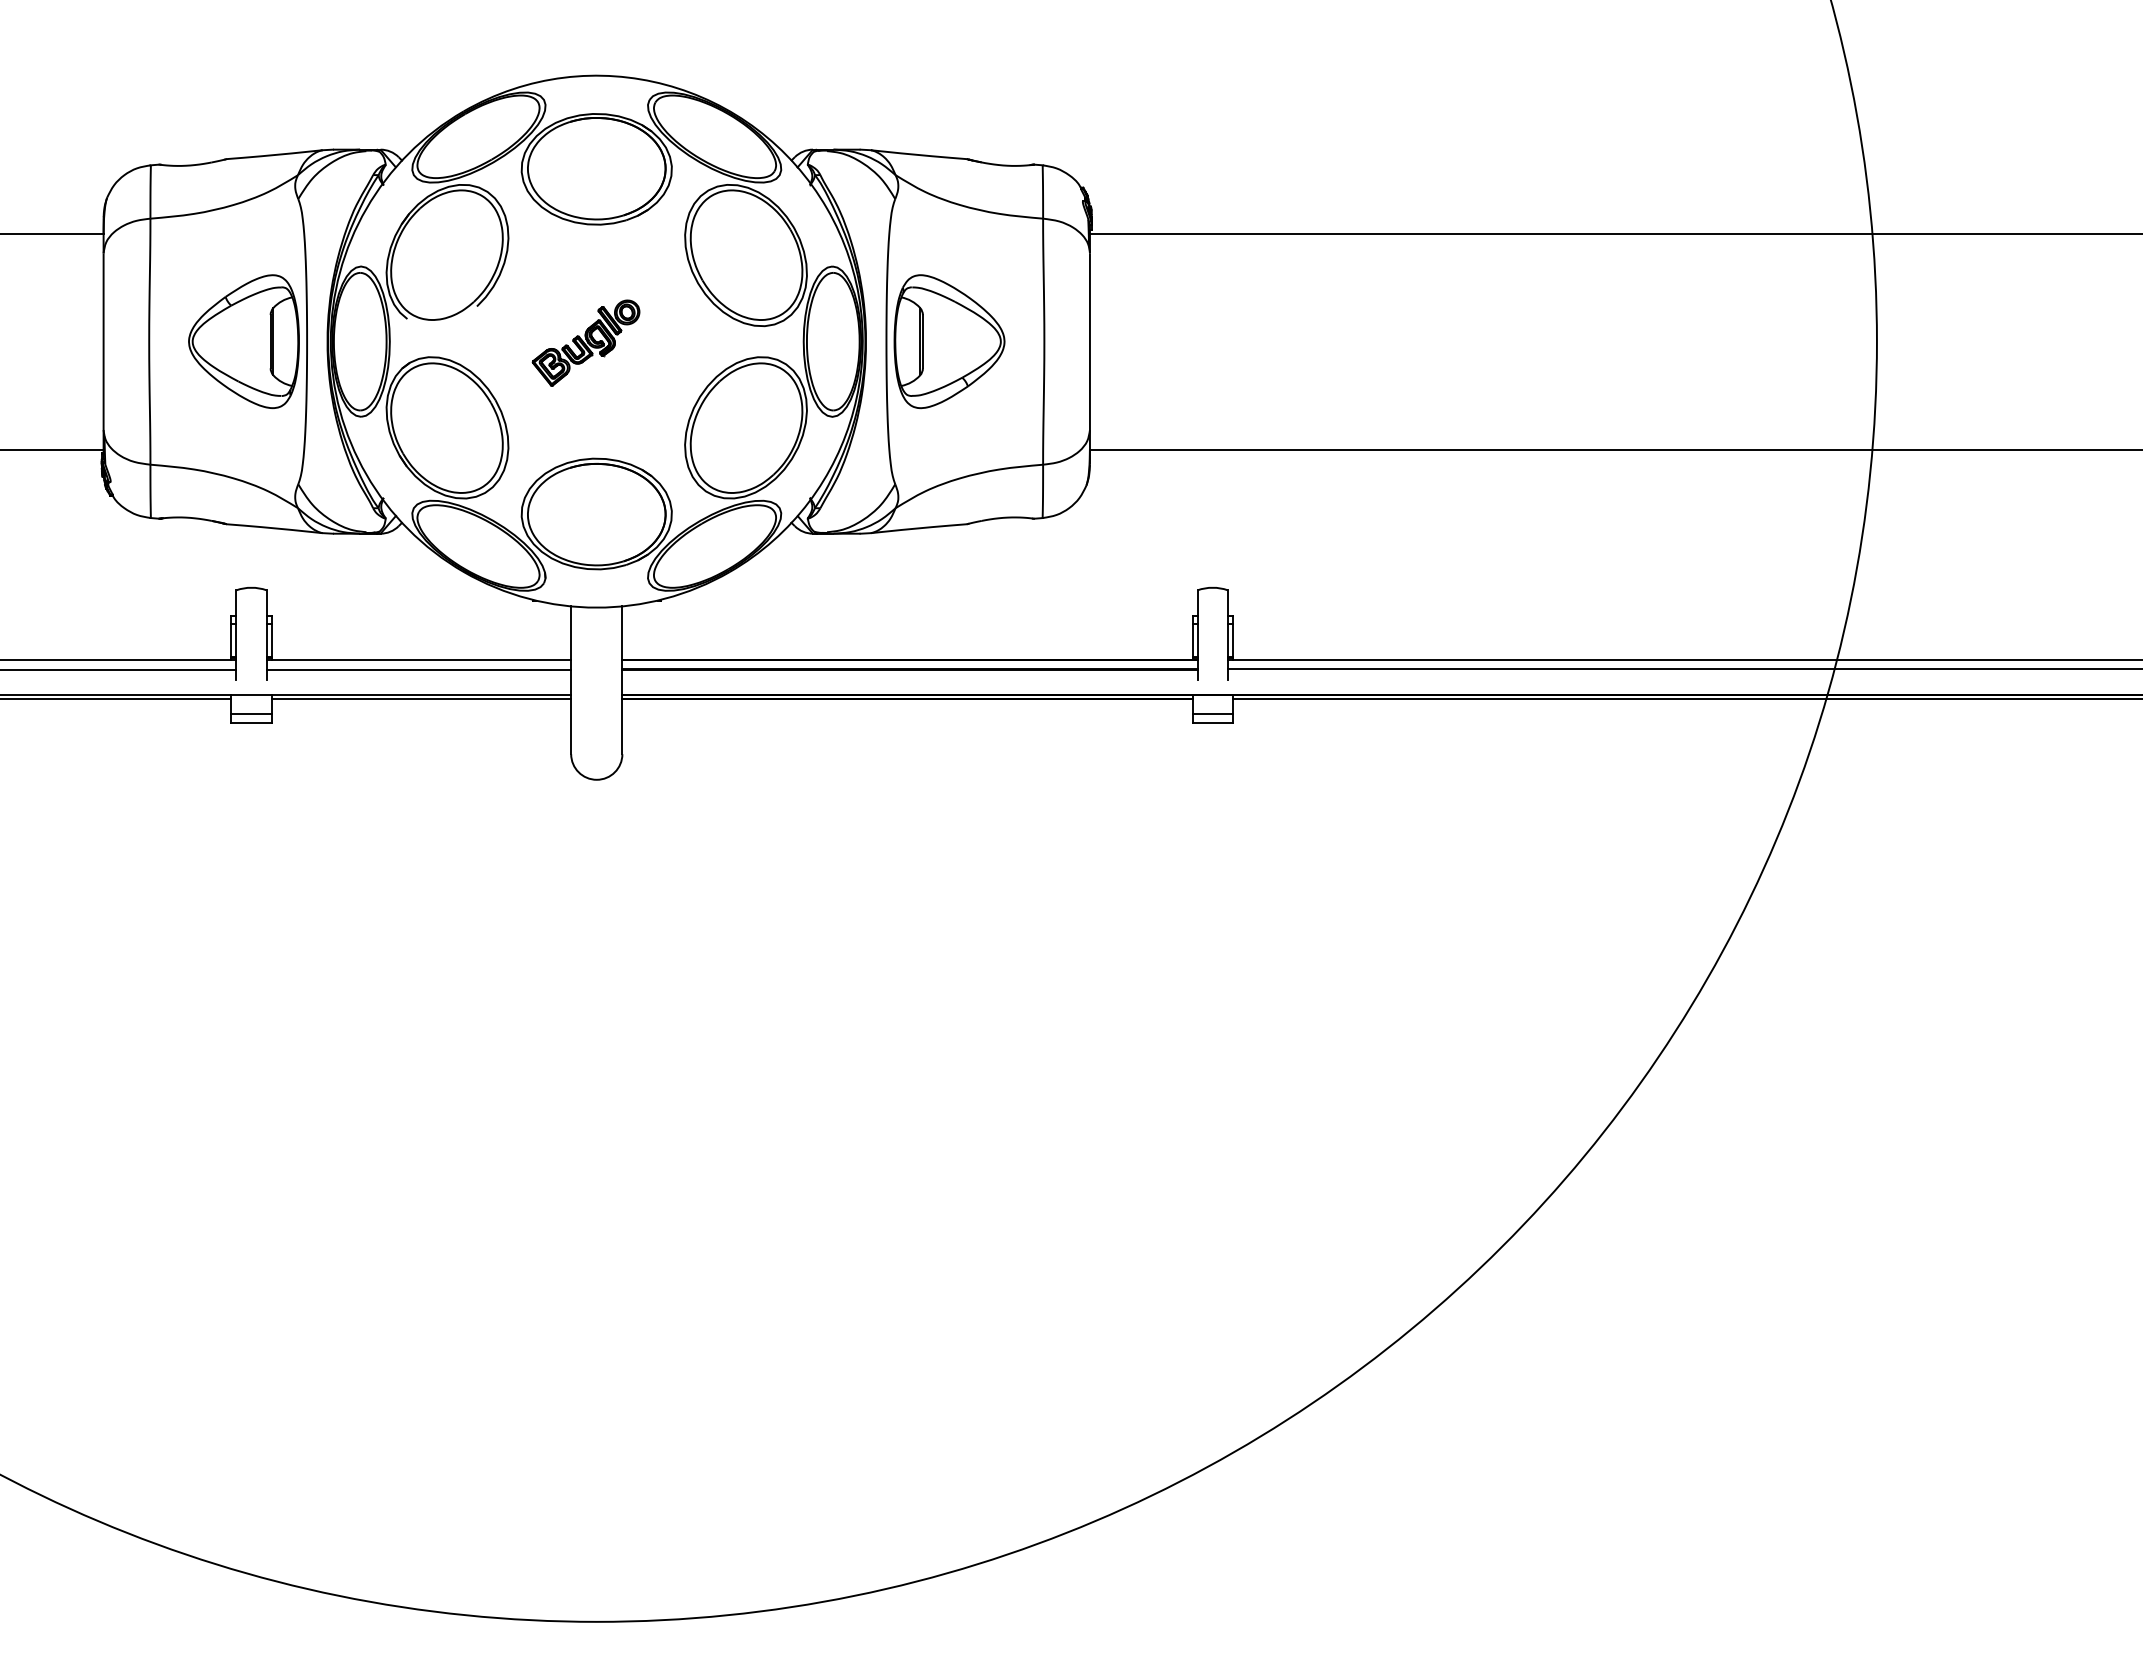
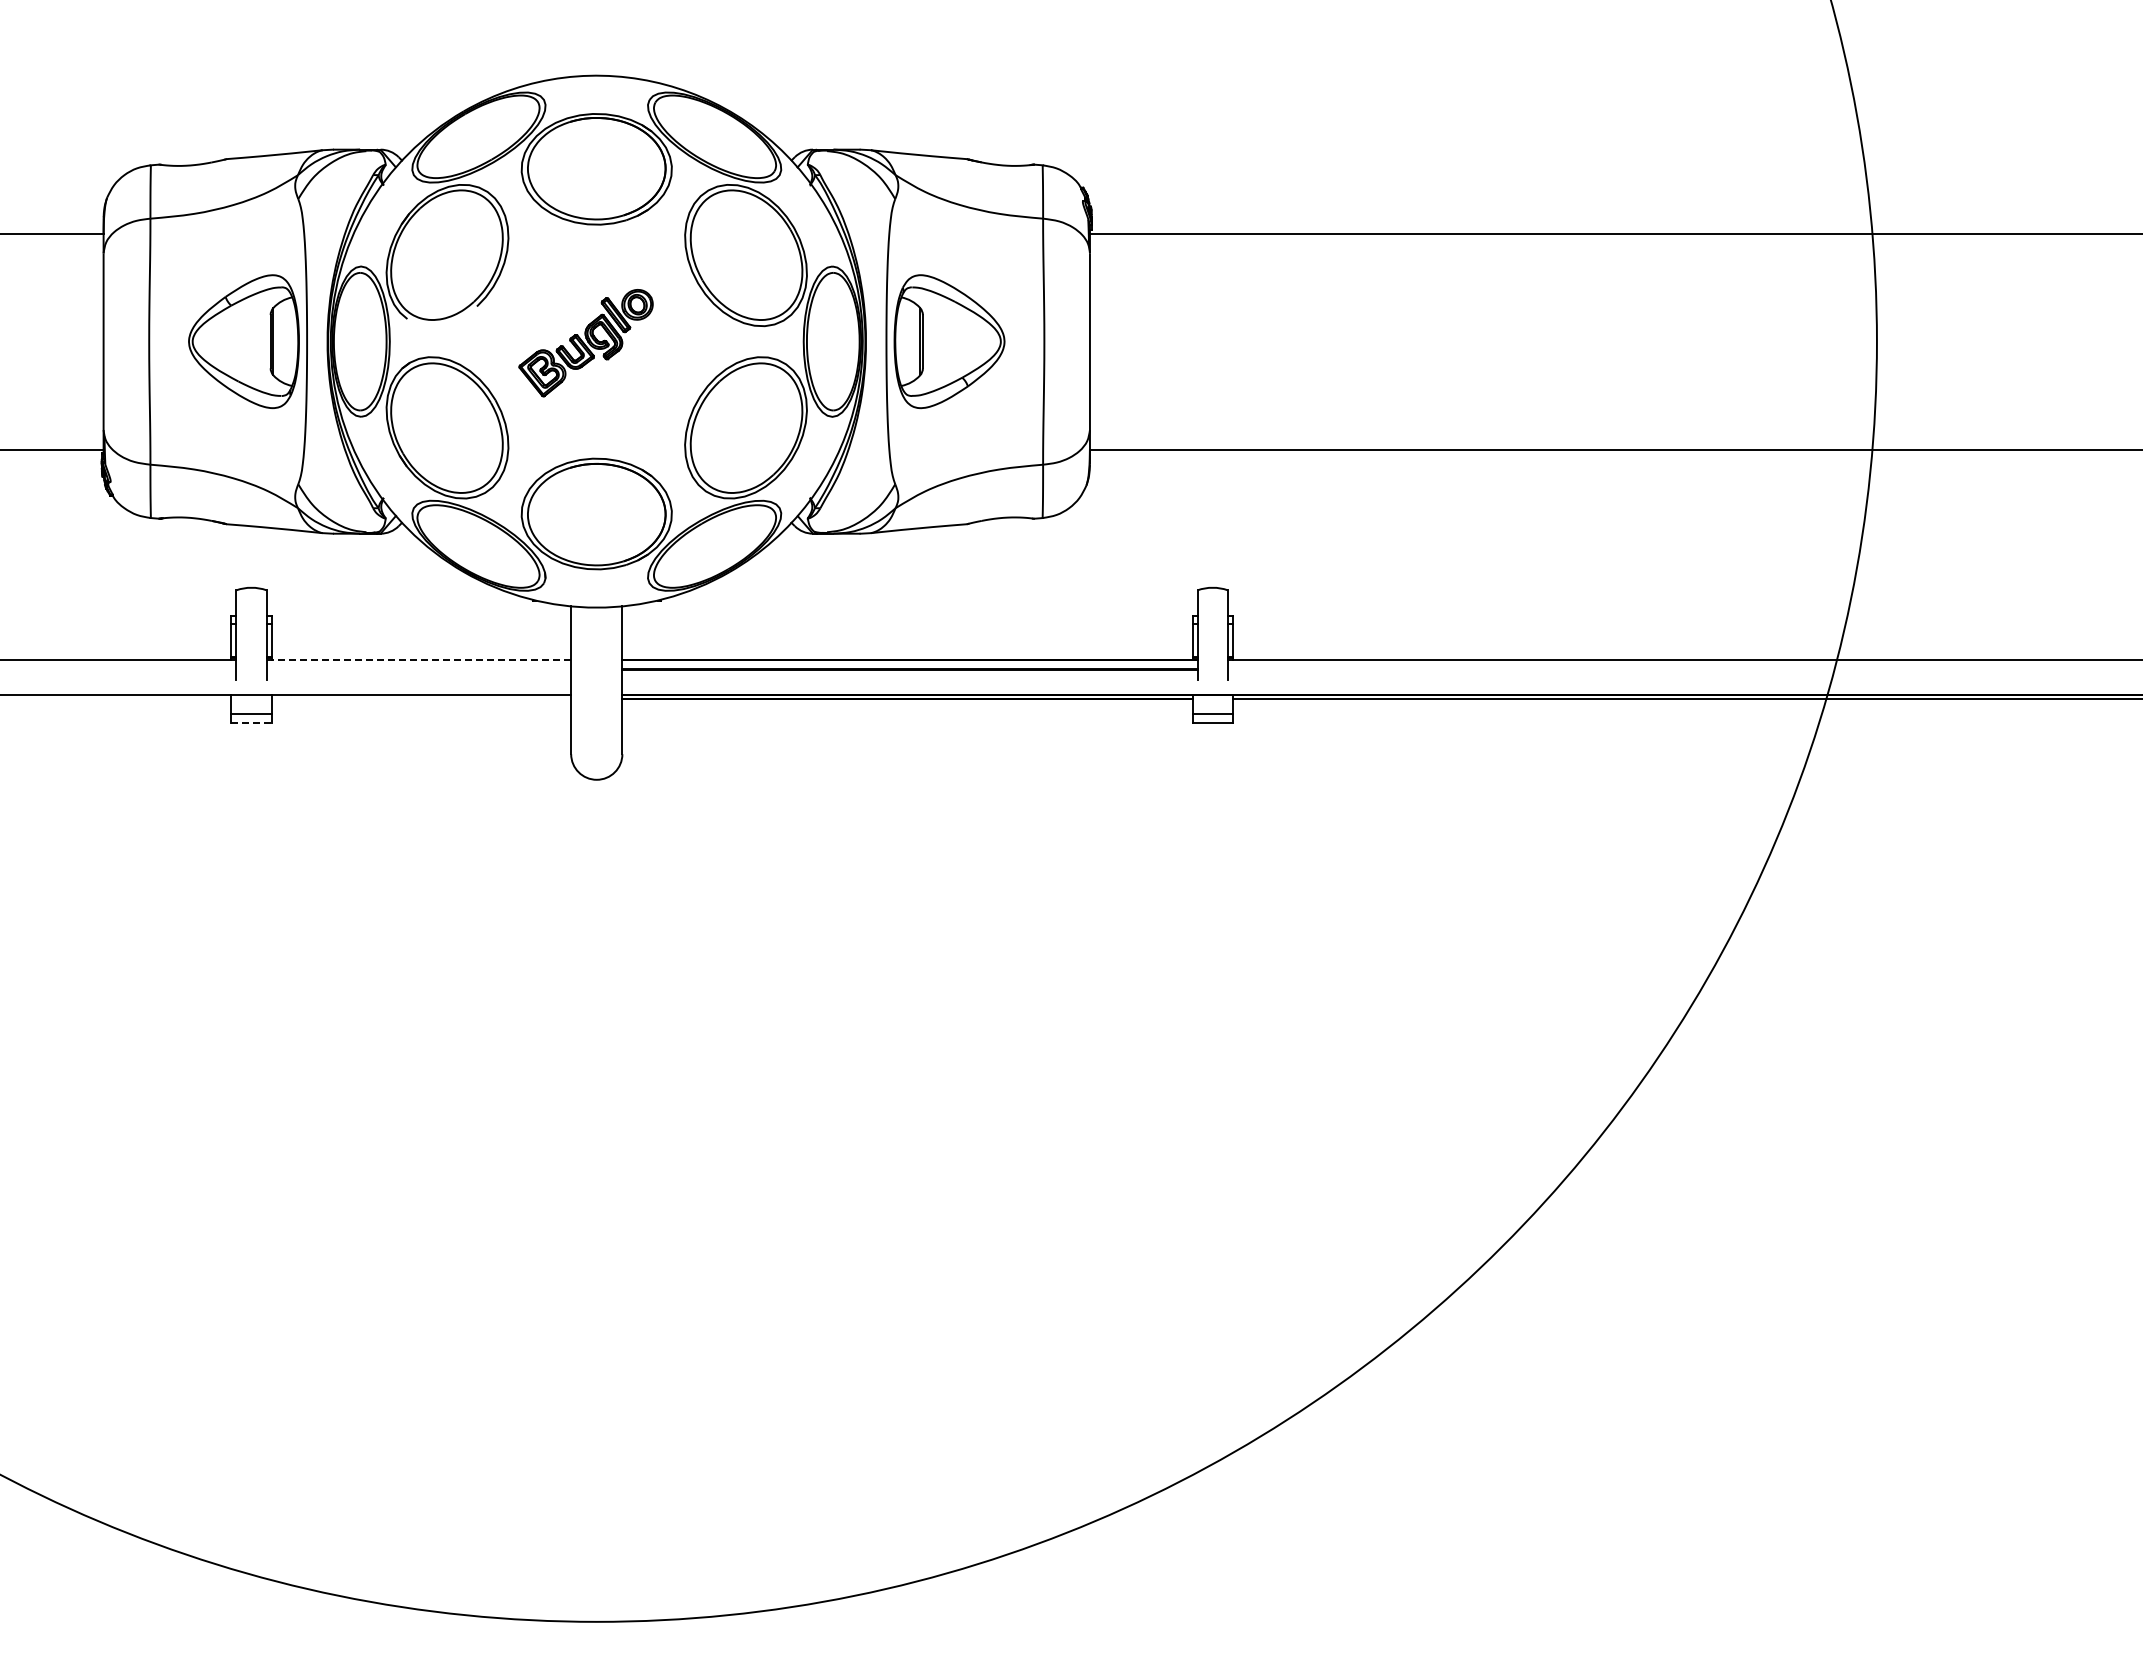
part at (585, 342) size: 110x88 px -> 136x109 px
line at (418, 660): solid -> dashed
line at (119, 669): present -> none
line at (418, 669): present -> none
line at (1683, 669): present -> none
line at (116, 698): present -> none
line at (421, 698): present -> none
line at (252, 722): solid -> dashed
